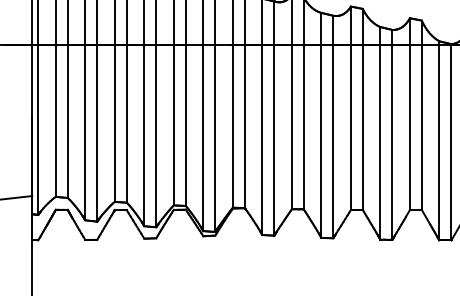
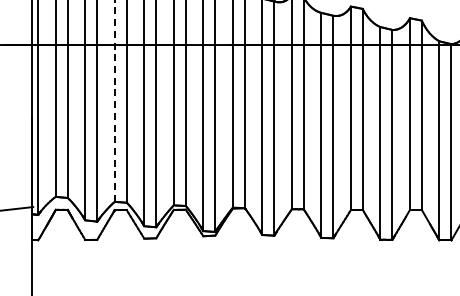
line at (114, 101): solid -> dashed
line at (17, 197) position: (17, 197) -> (17, 208)
